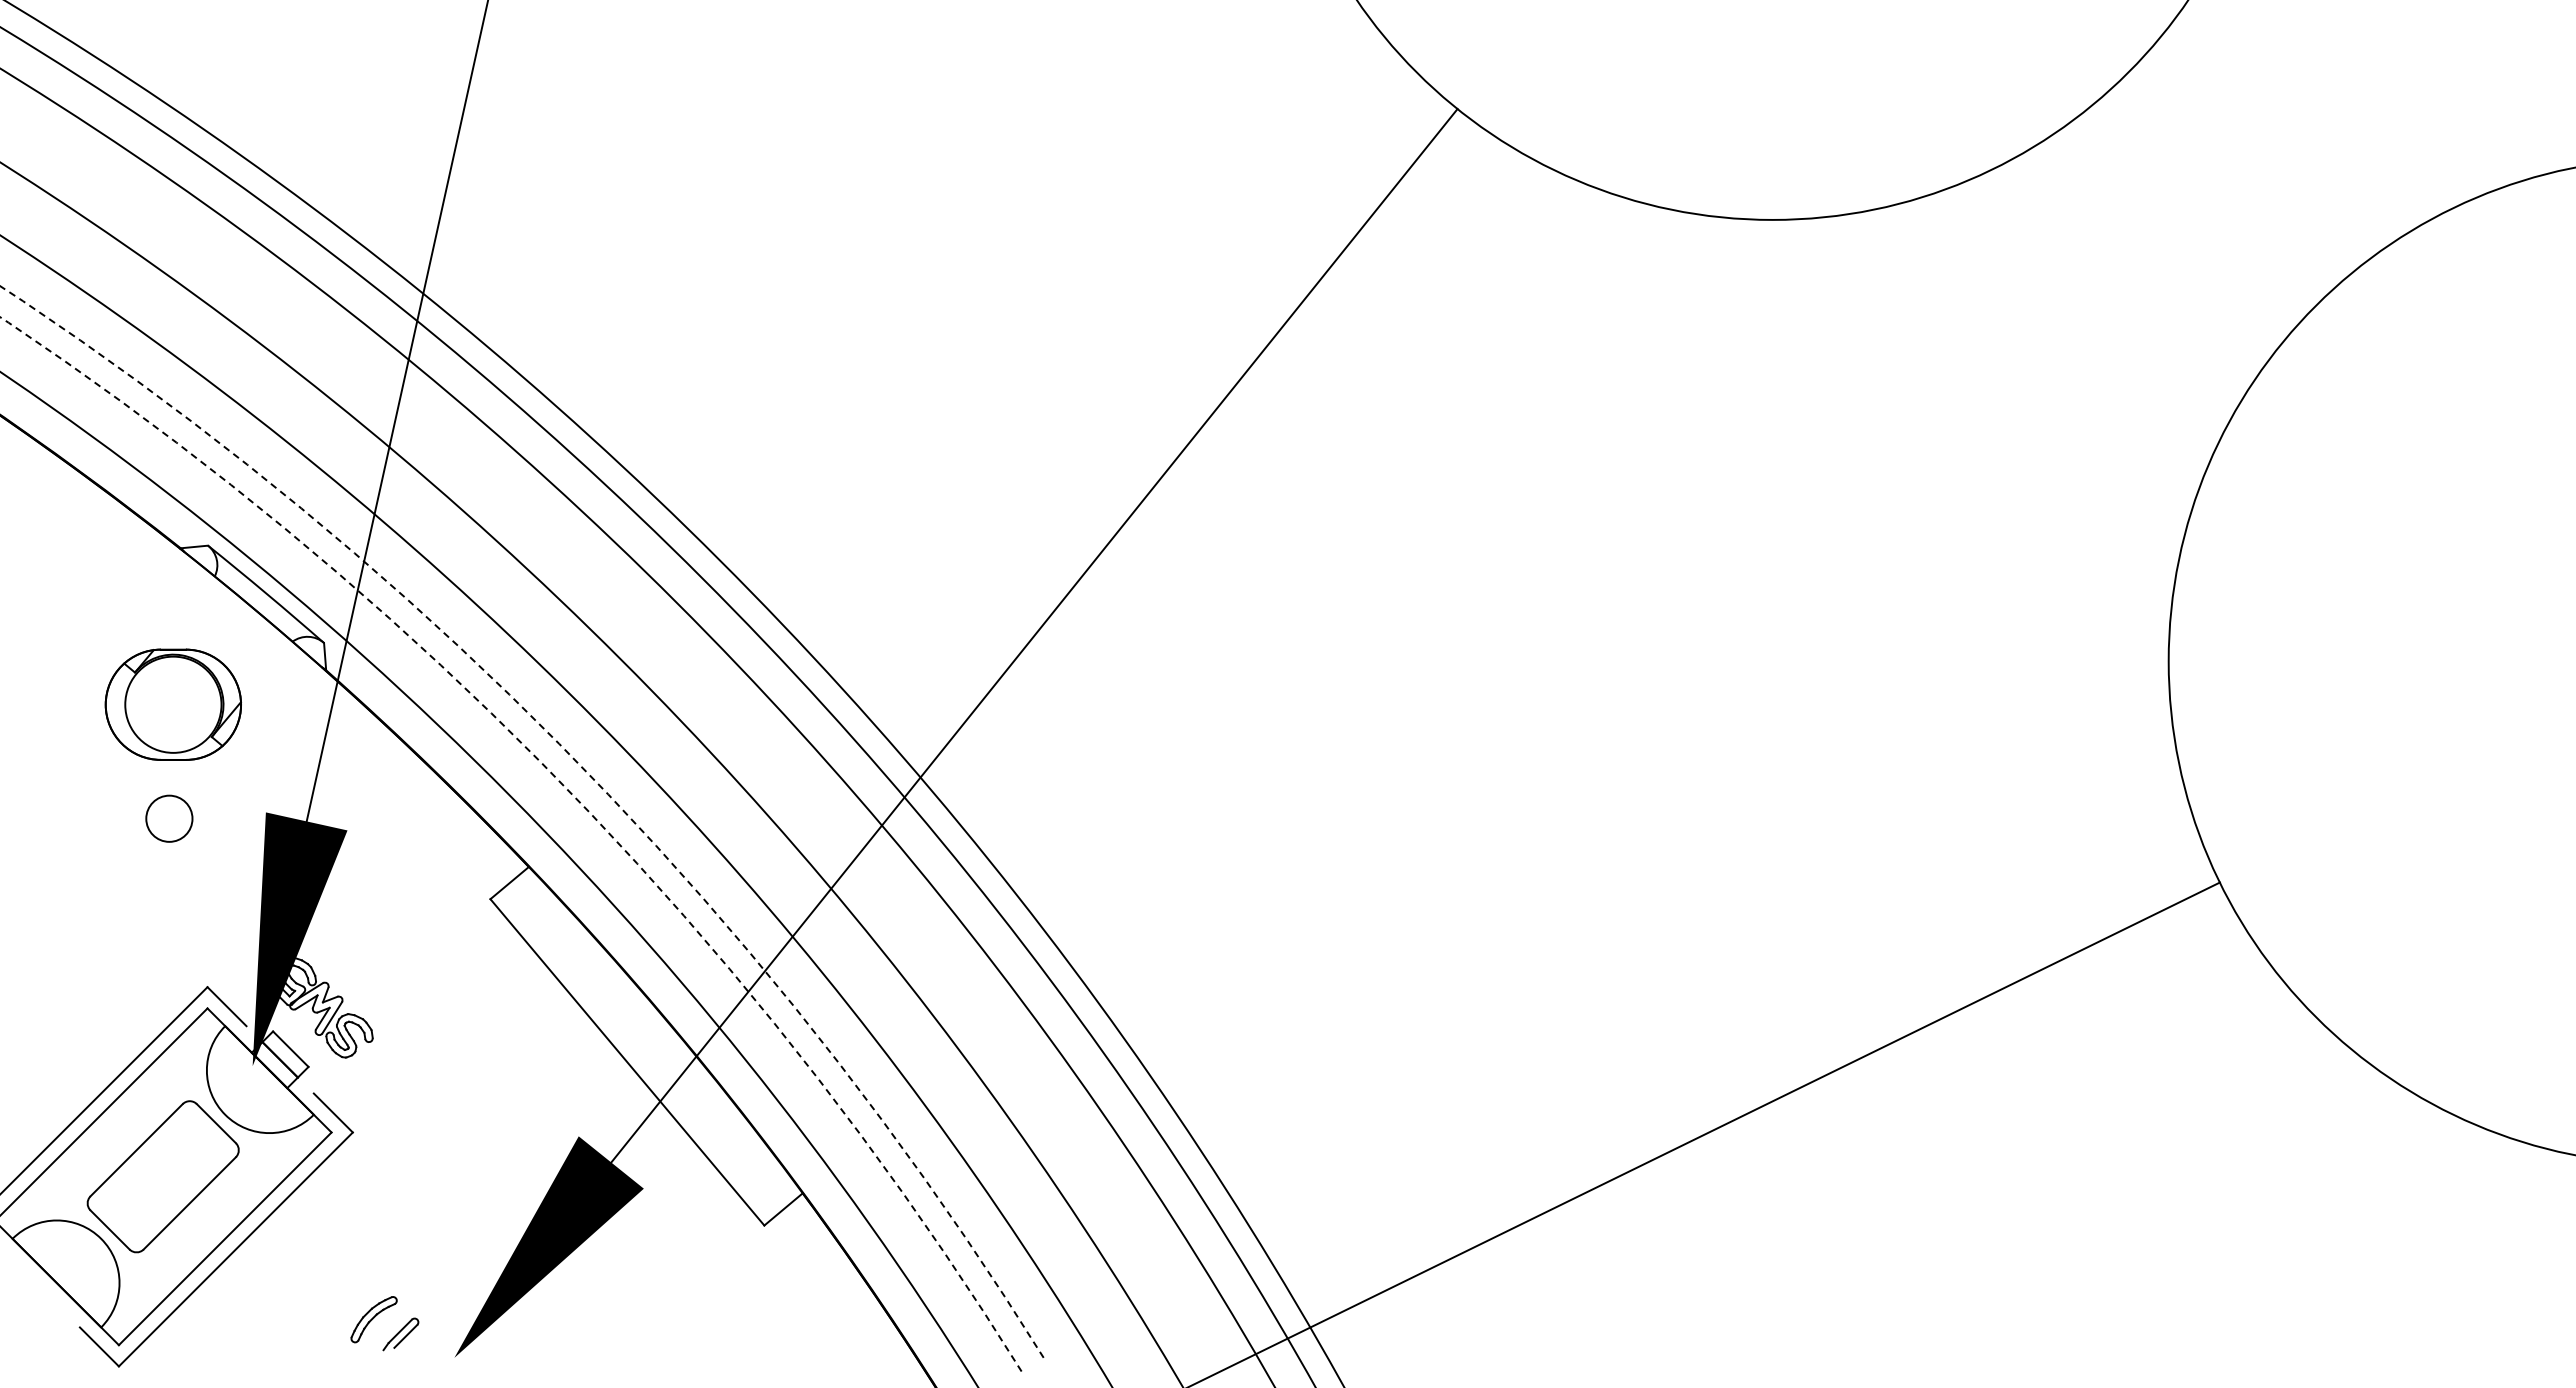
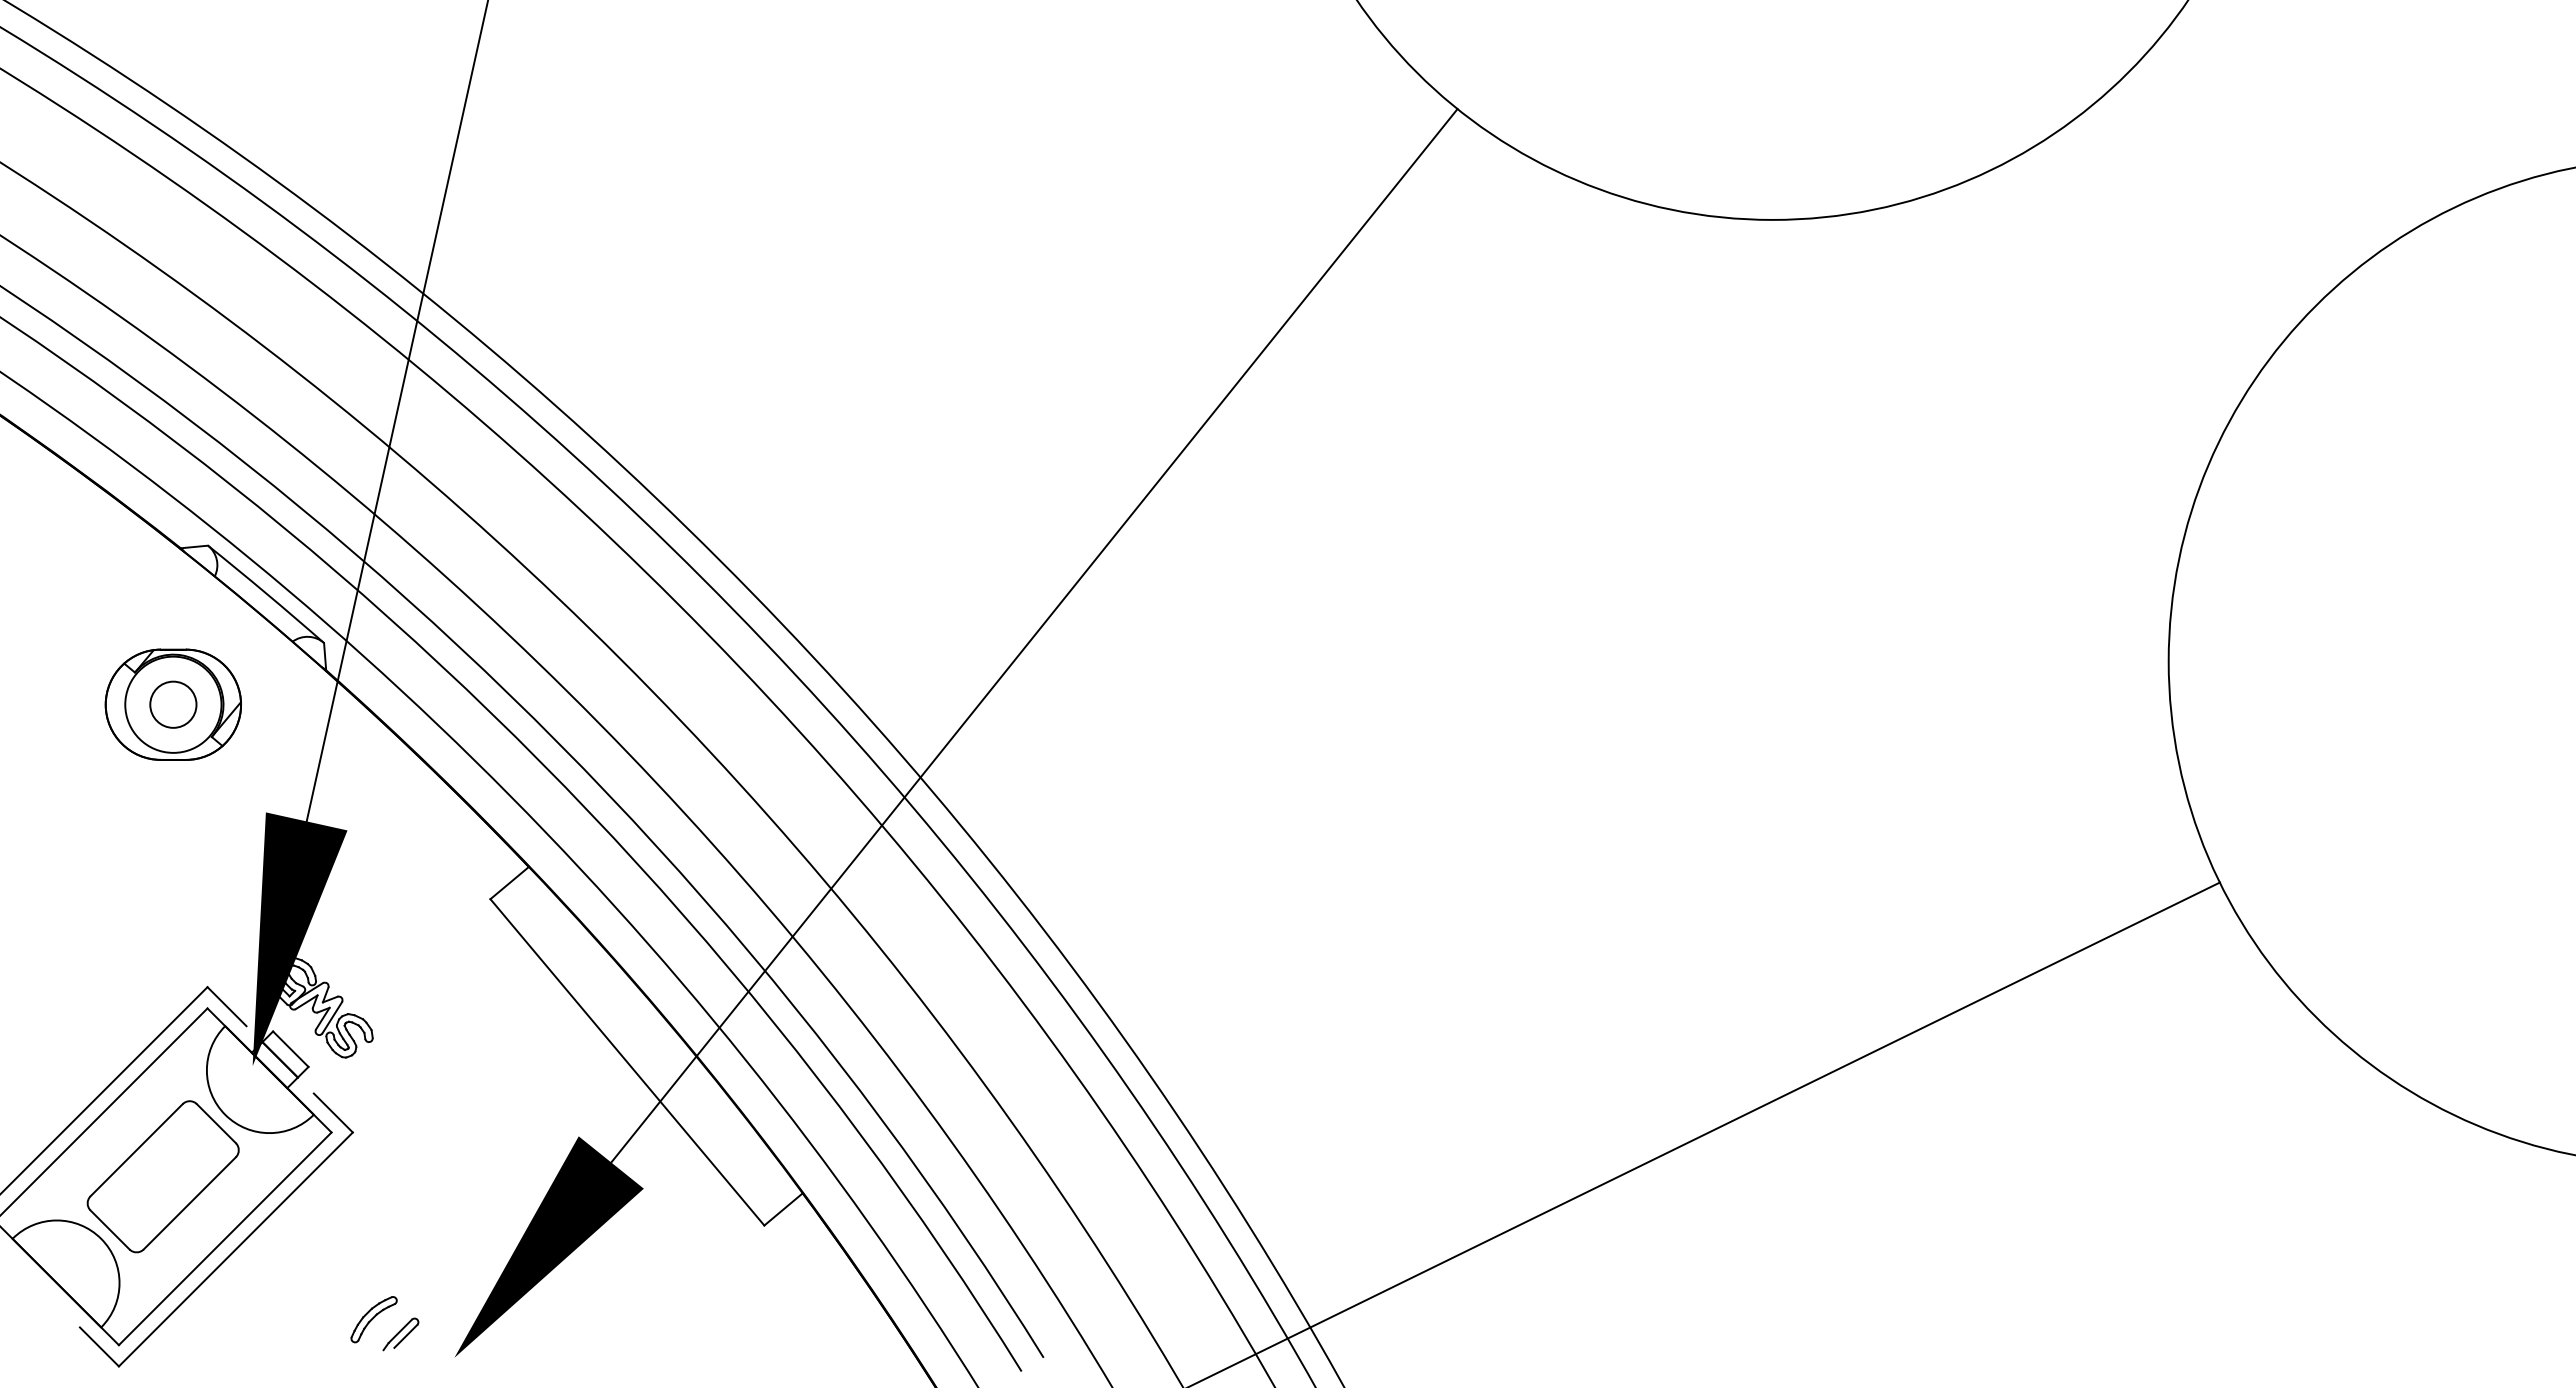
arc at (582, 767): dashed -> solid
arc at (568, 790): dashed -> solid
circle at (169, 818) position: (169, 818) -> (173, 704)
